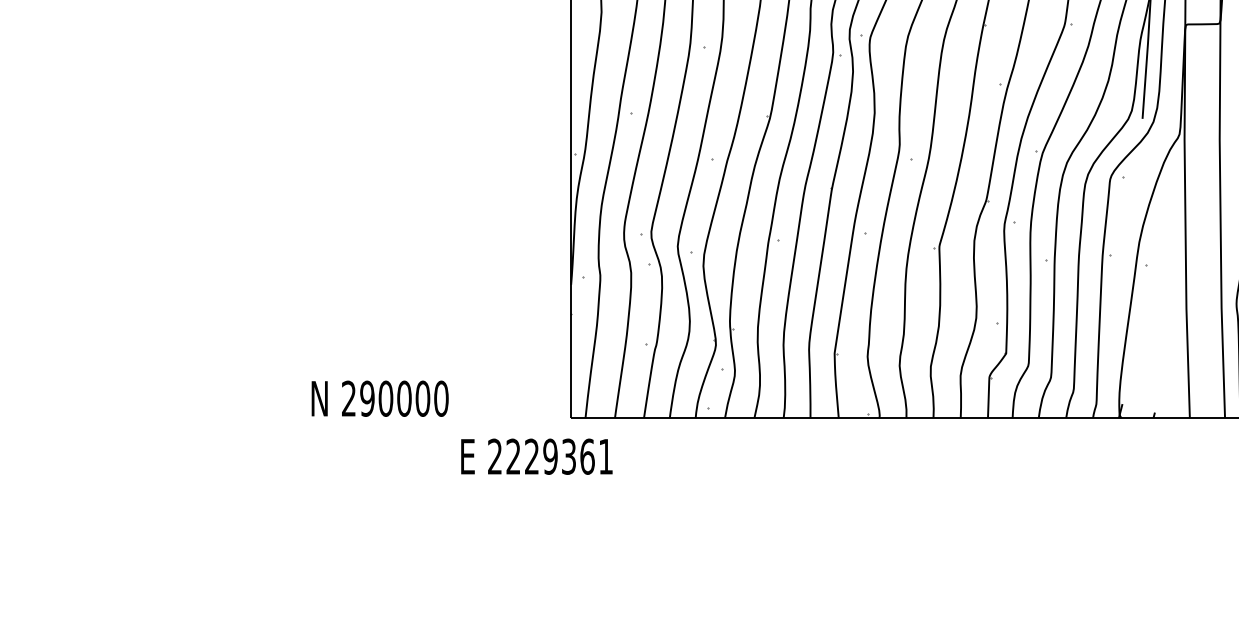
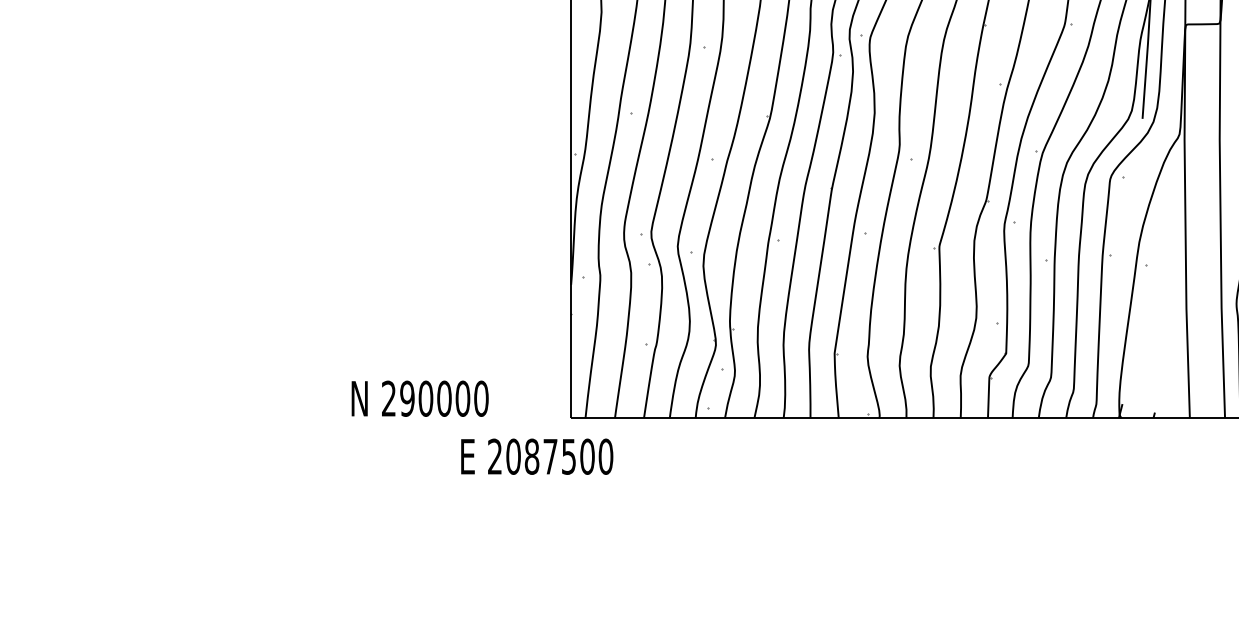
text at (379, 398) position: (379, 398) -> (419, 398)
text at (559, 456): 2229361 -> 2087500
